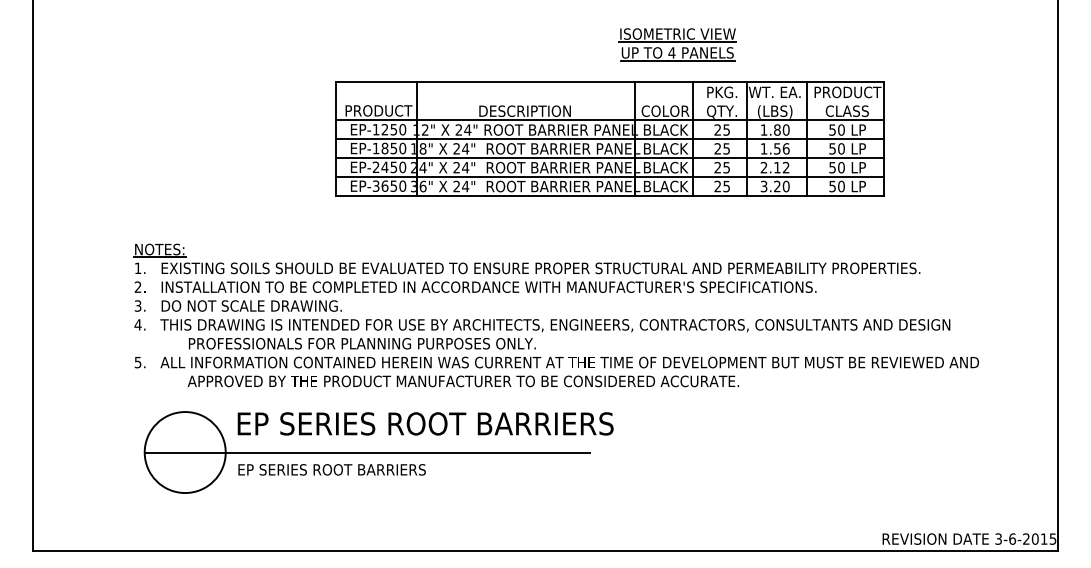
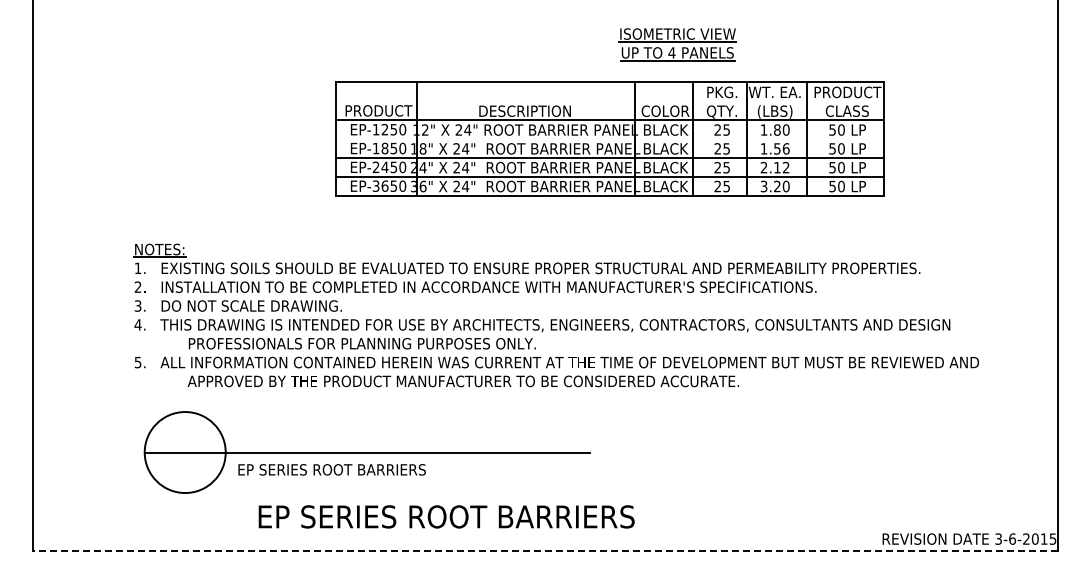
line at (610, 139): present -> none
text at (425, 423) position: (425, 423) -> (446, 516)
line at (545, 551): solid -> dashed
